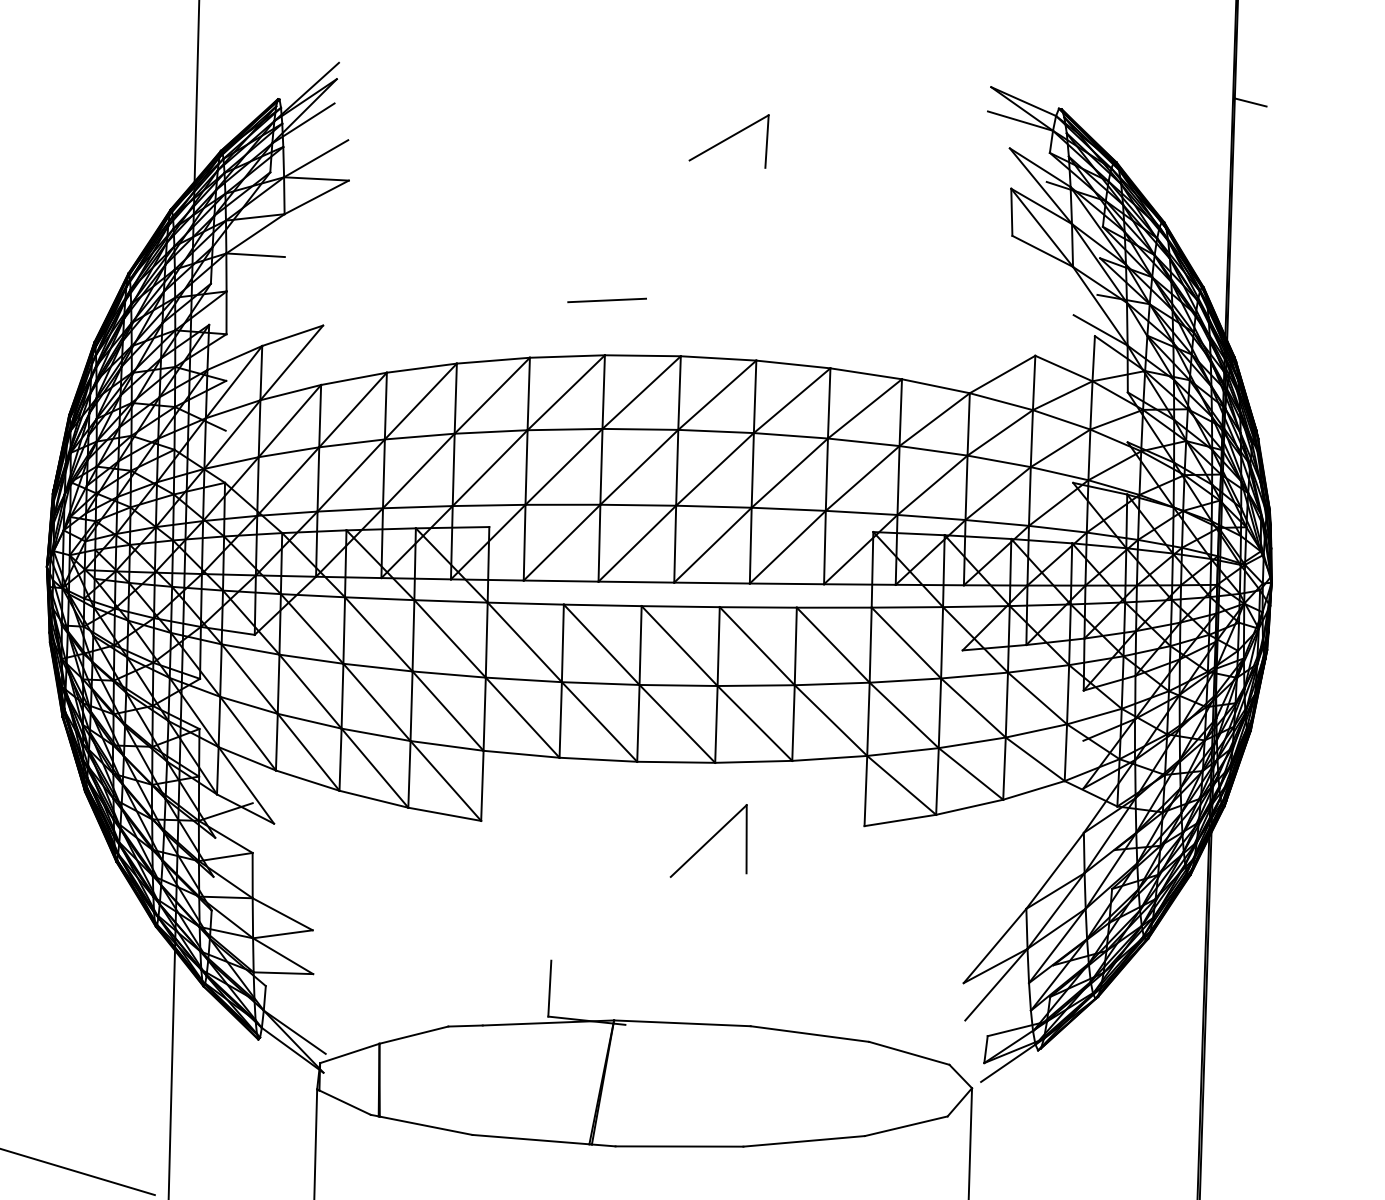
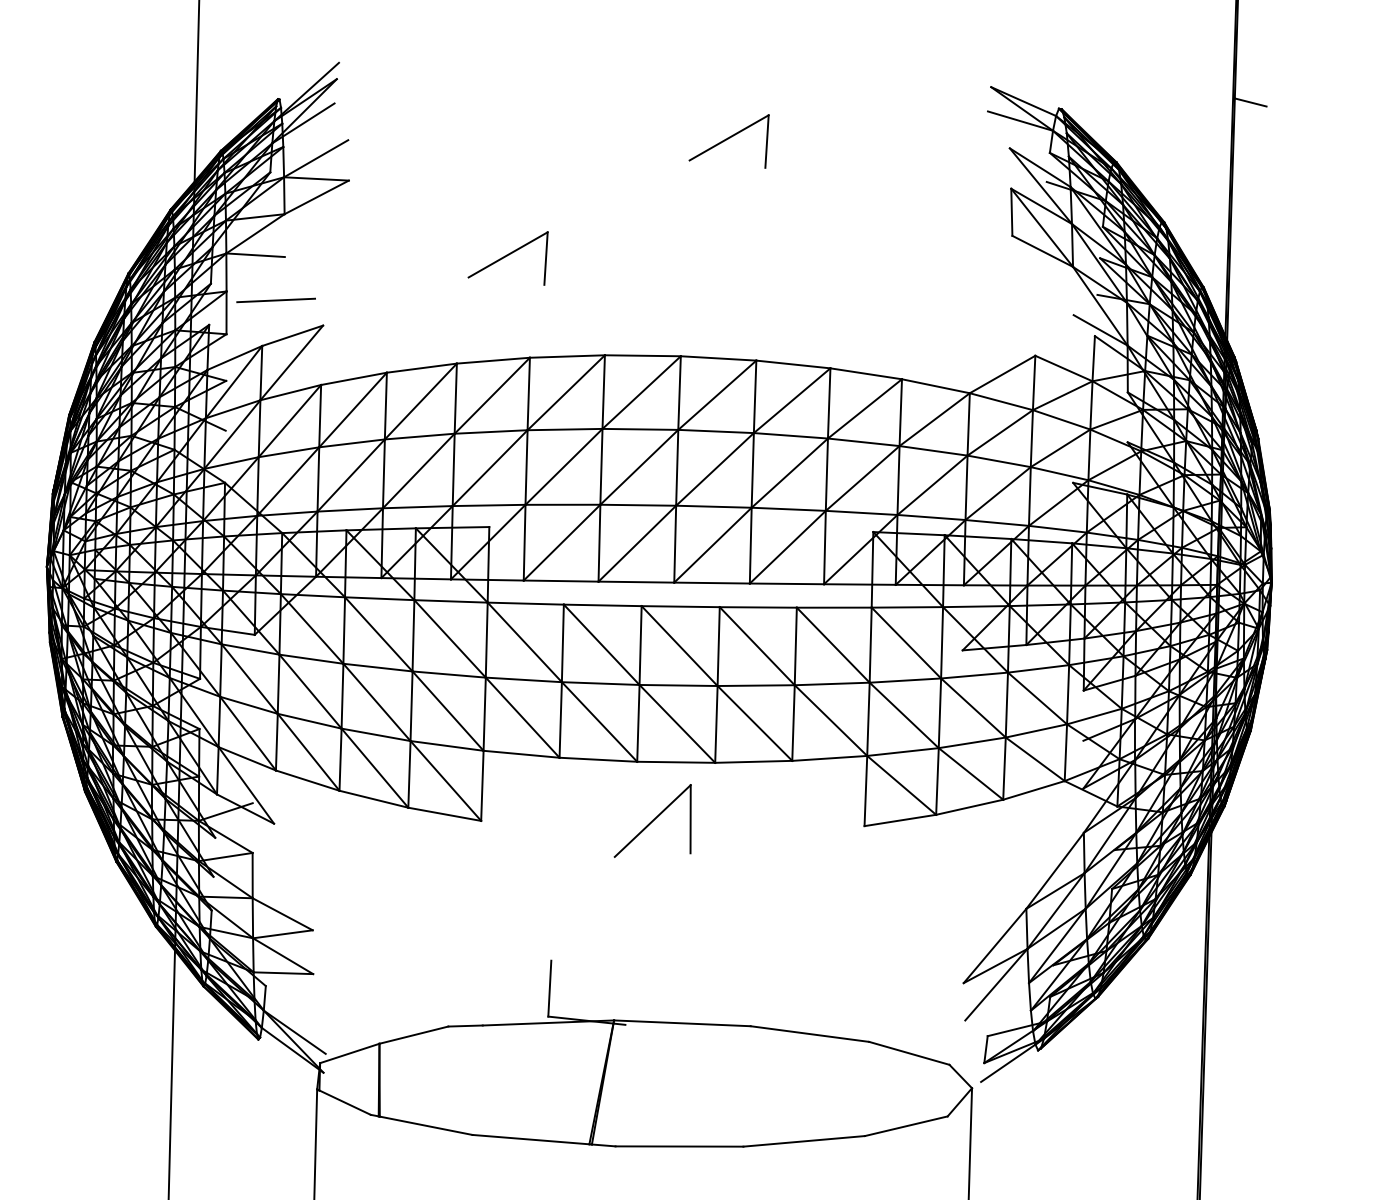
part at (507, 258): none -> present
line at (606, 300) position: (606, 300) -> (275, 300)
part at (708, 840) position: (708, 840) -> (652, 820)
line at (78, 1172): present -> none
